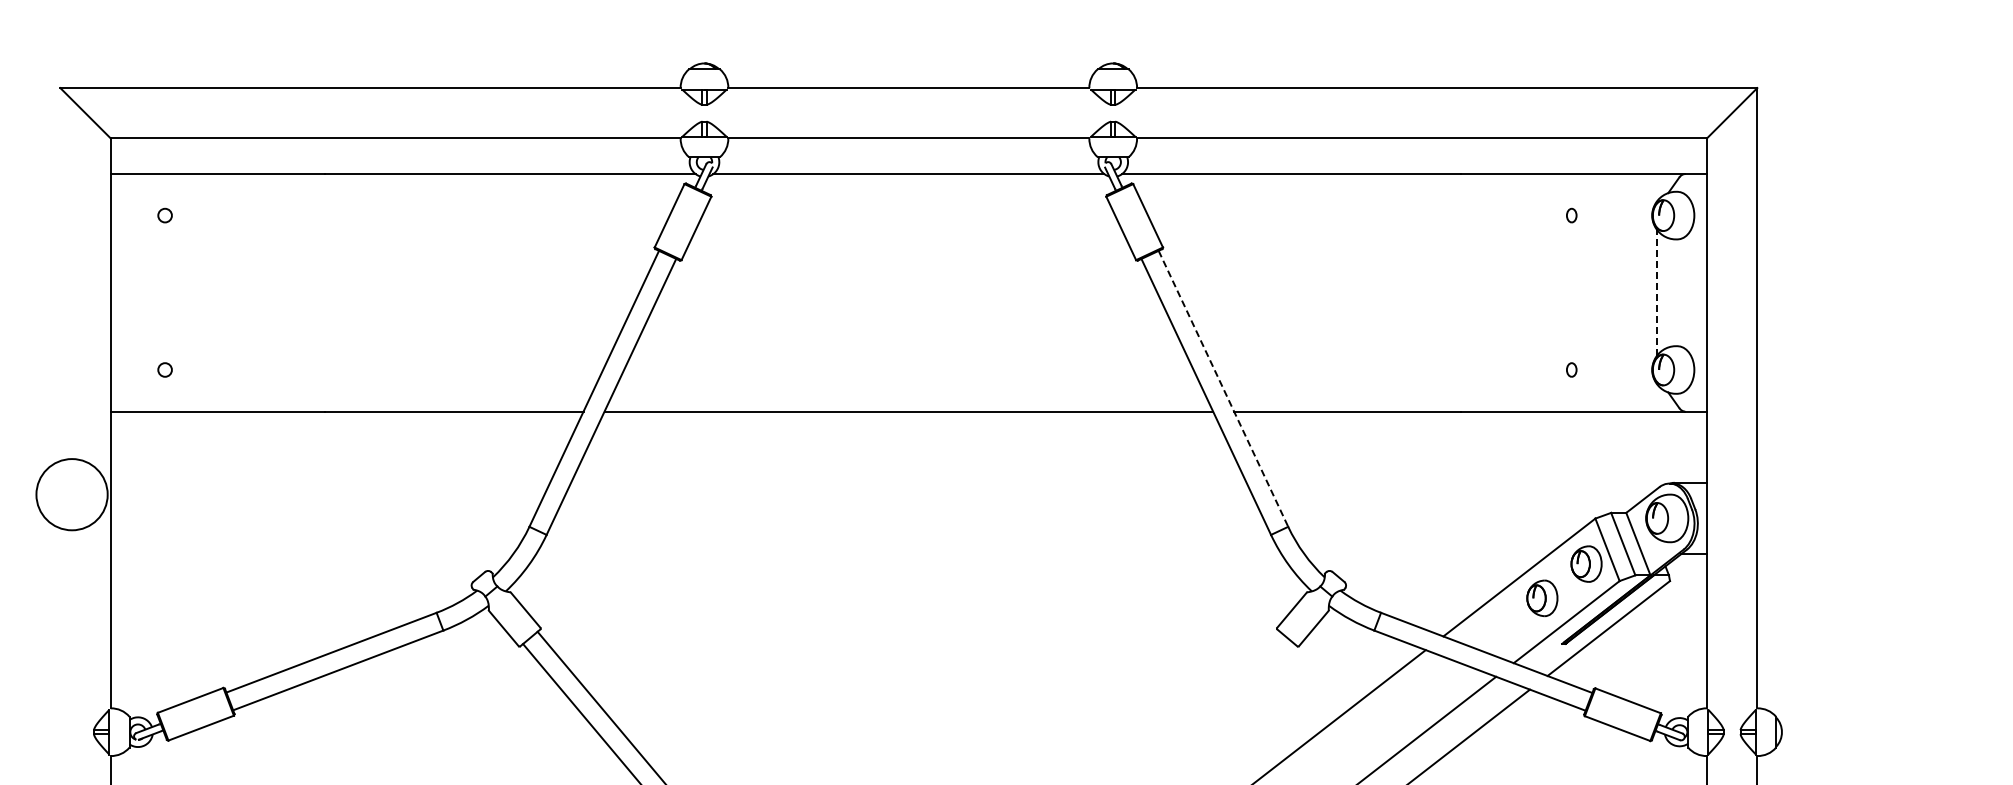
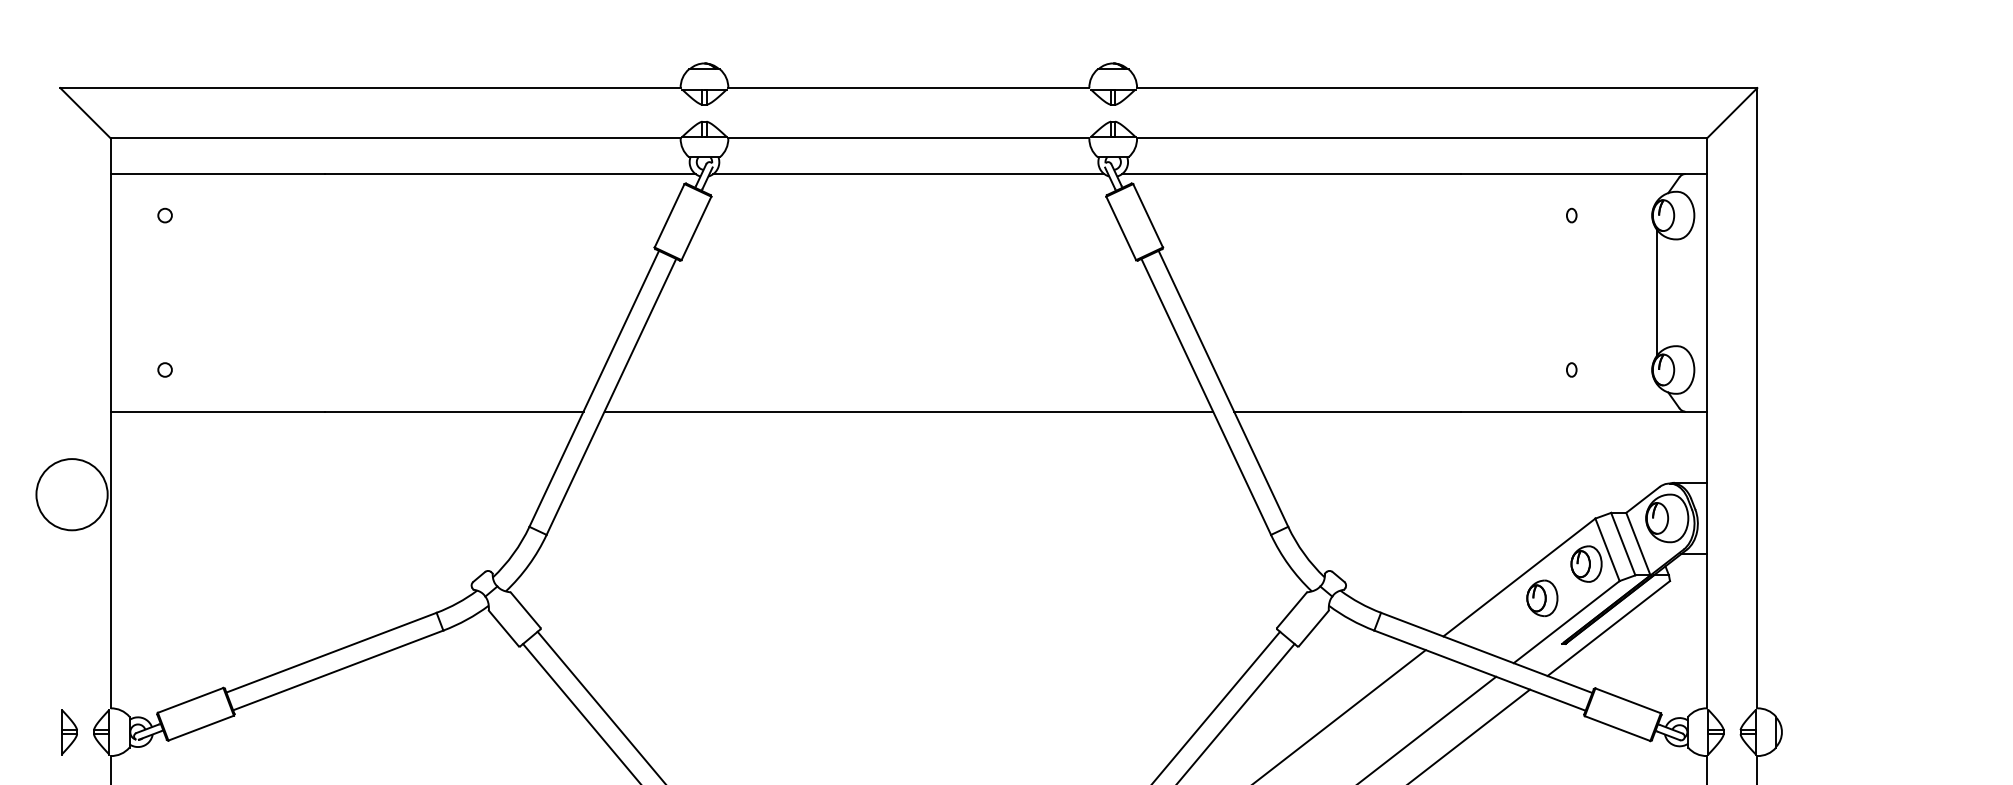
line at (1656, 292): dashed -> solid
line at (1223, 389): dashed -> solid
line at (1216, 706): none -> present
line at (1236, 712): none -> present
part at (69, 732): none -> present
